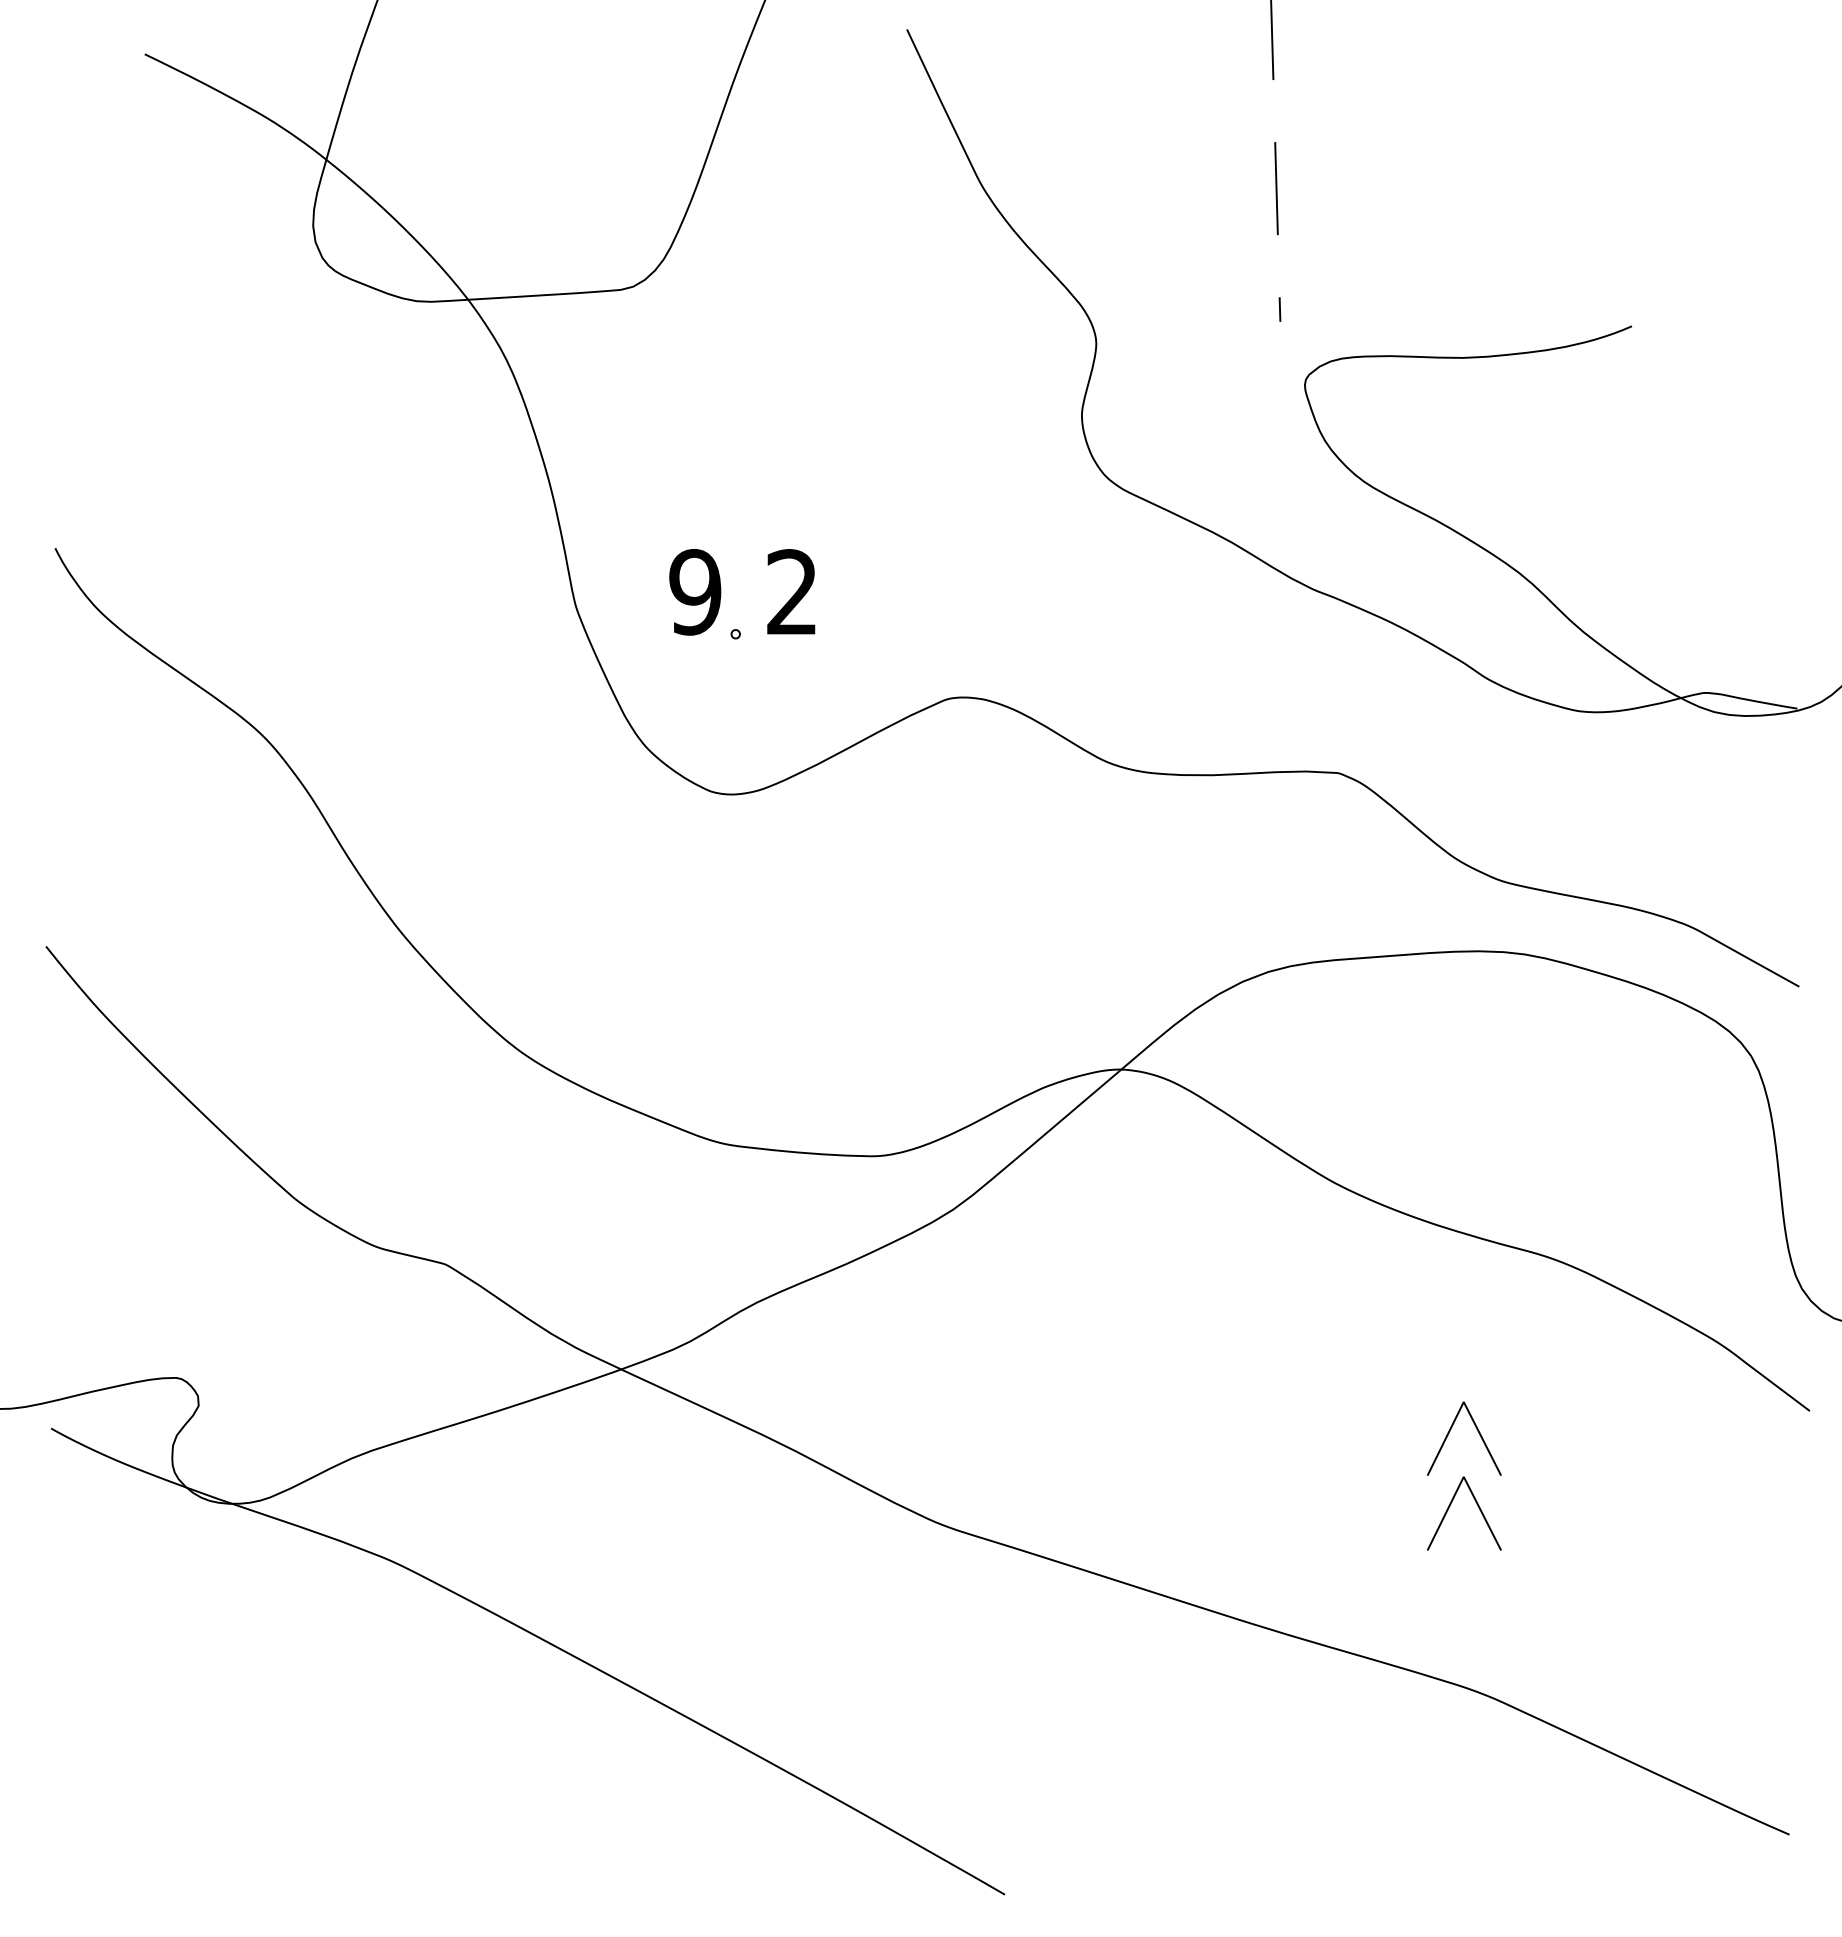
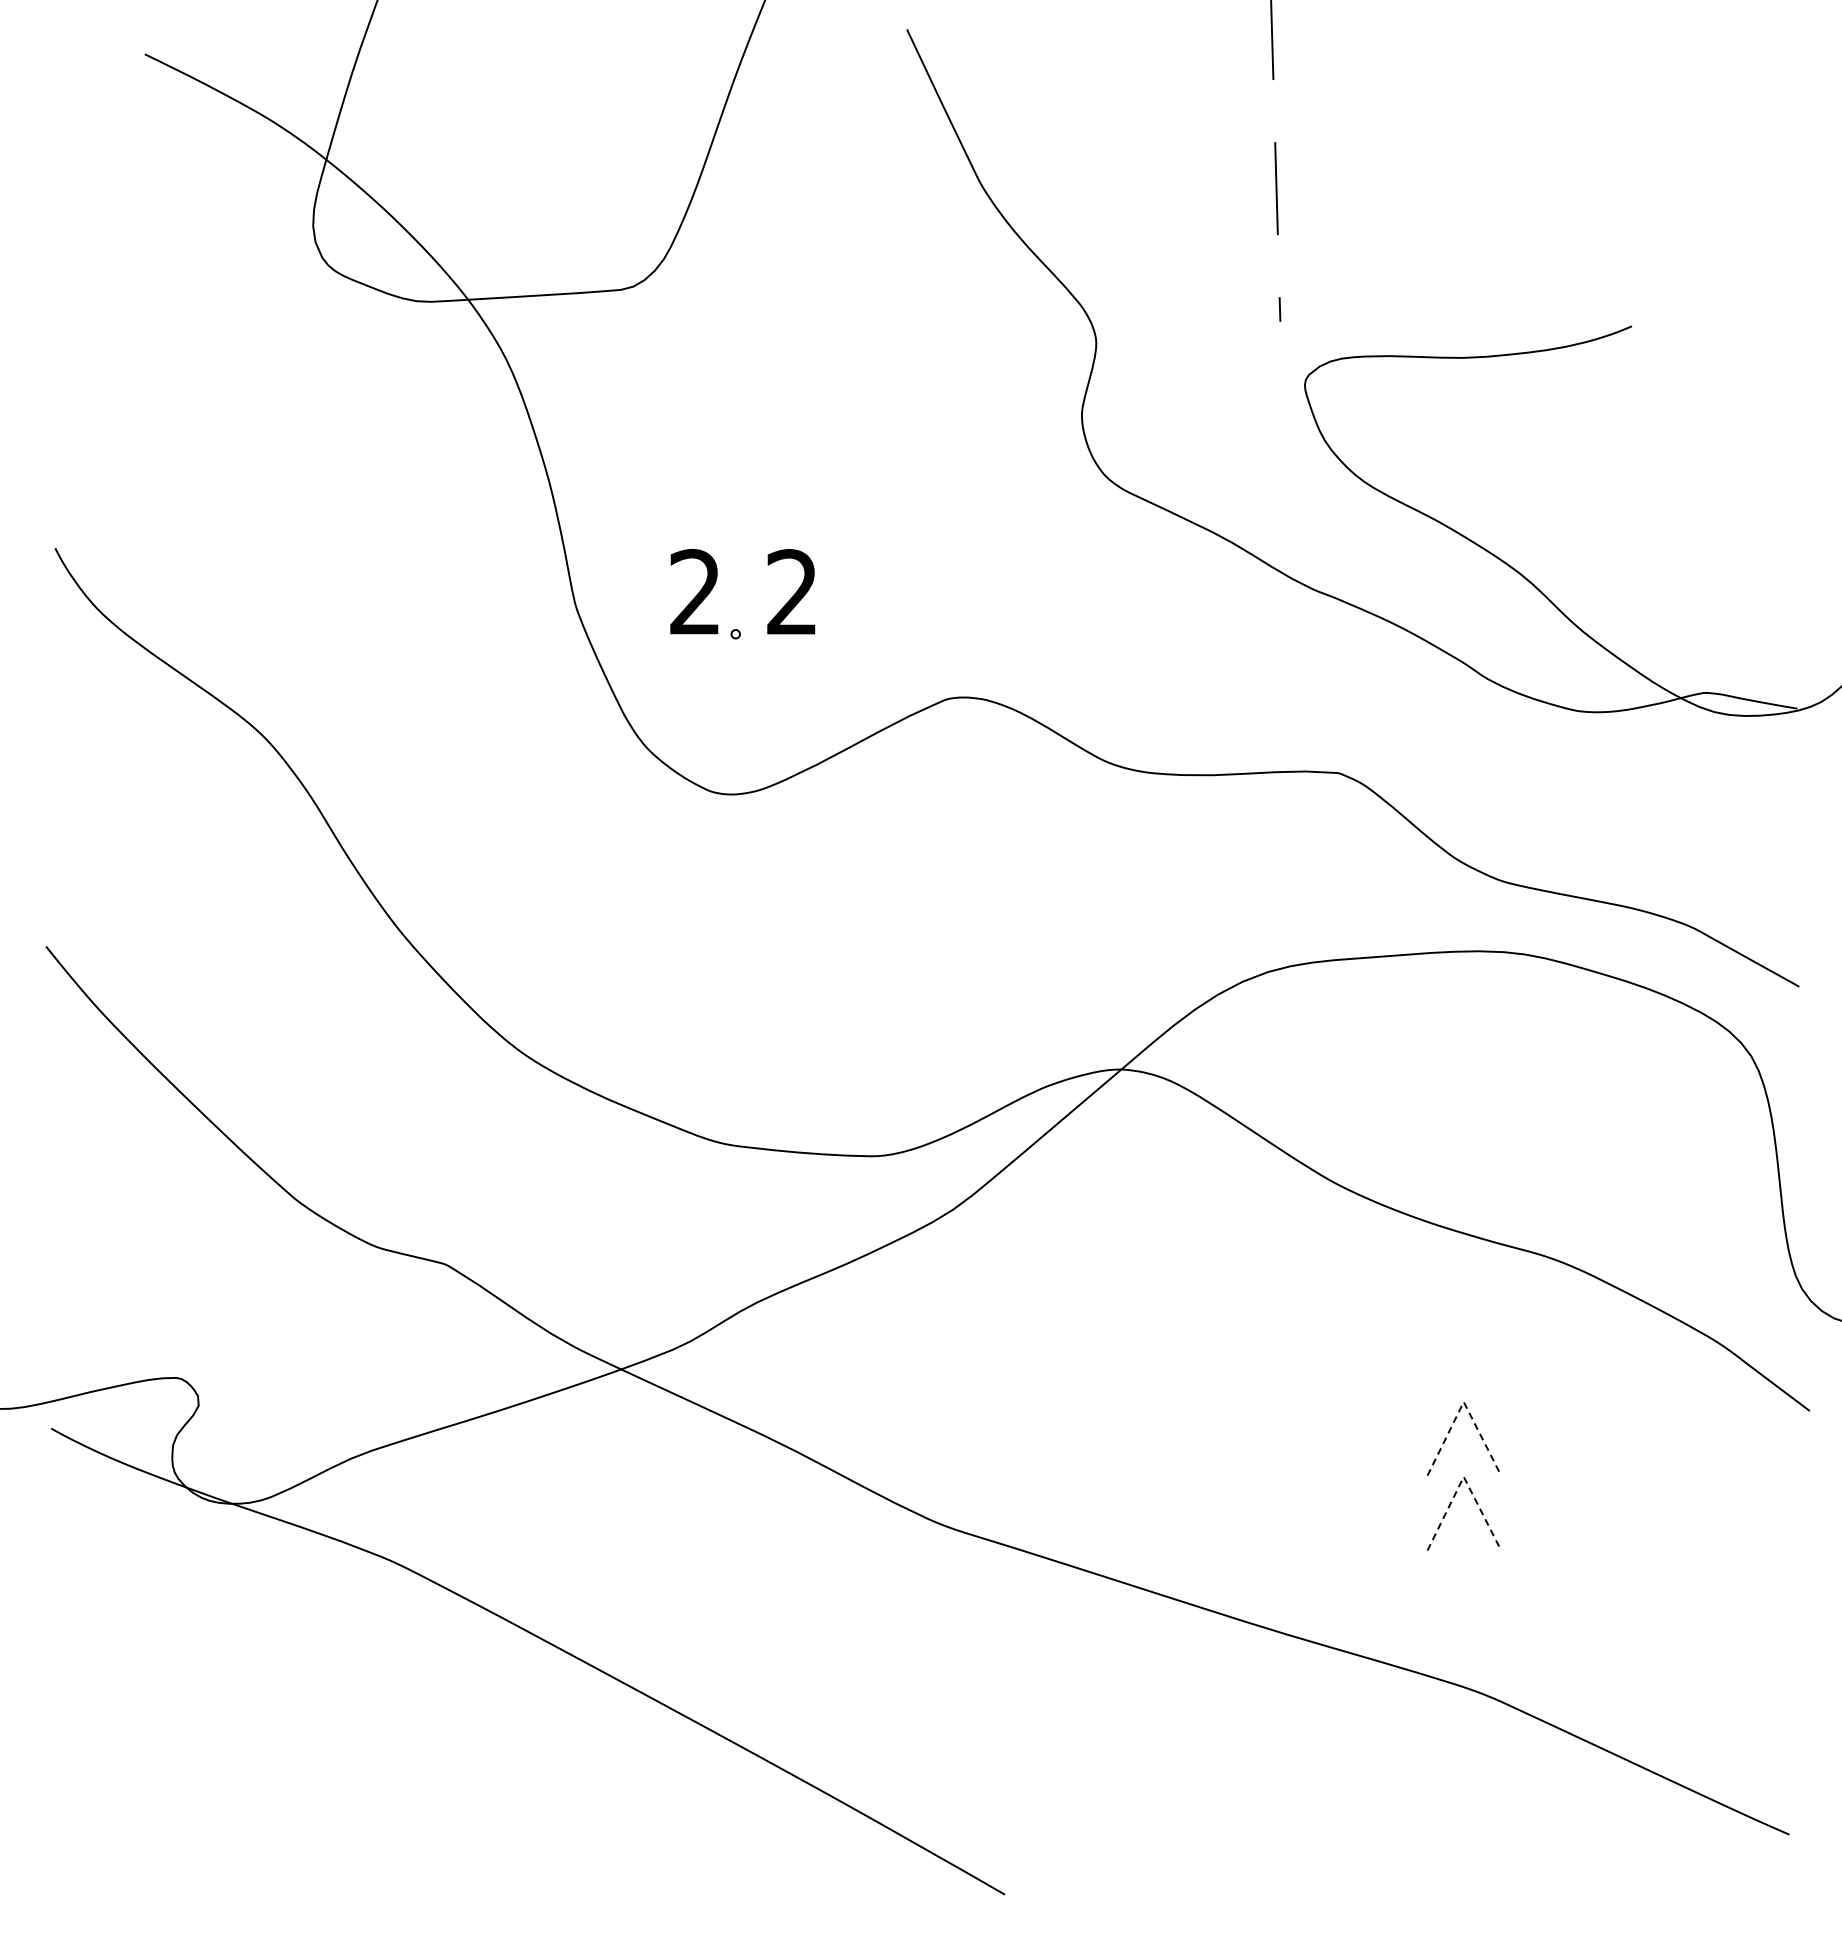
text at (695, 592): 9 -> 2
line at (1463, 1402): solid -> dashed
line at (1463, 1476): solid -> dashed
